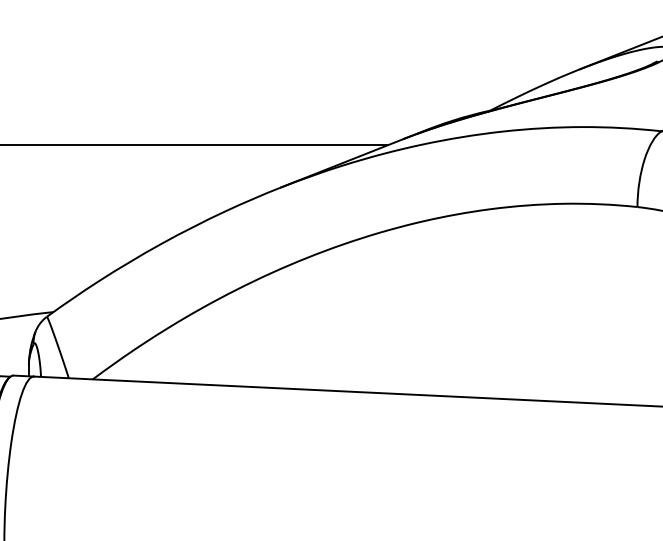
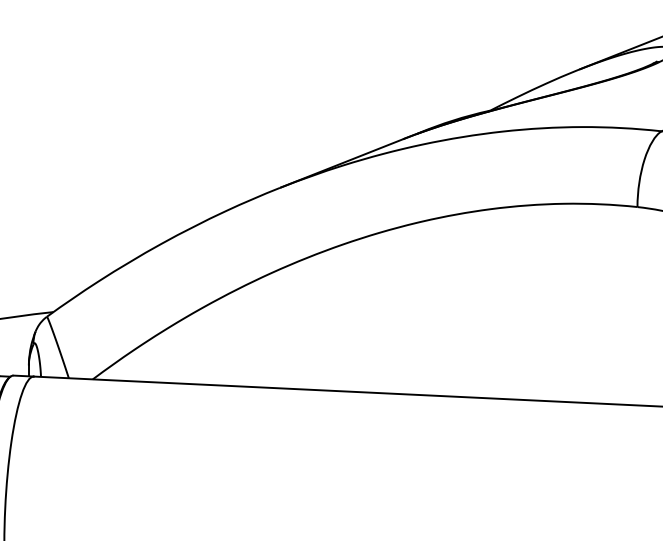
line at (194, 145): present -> none
